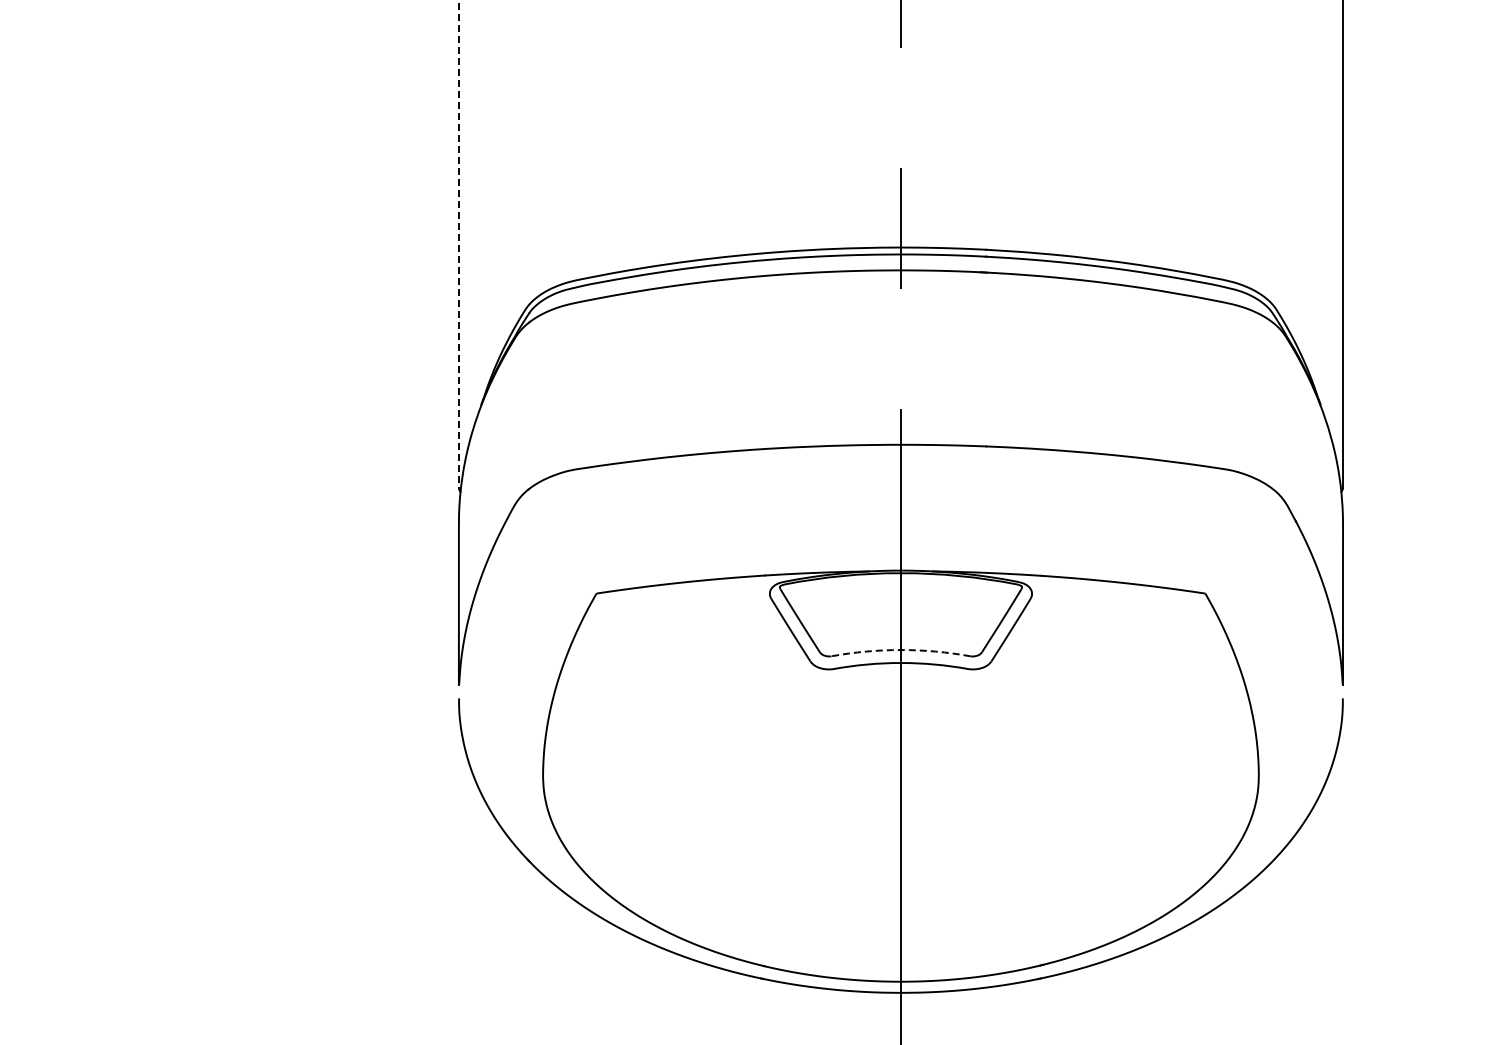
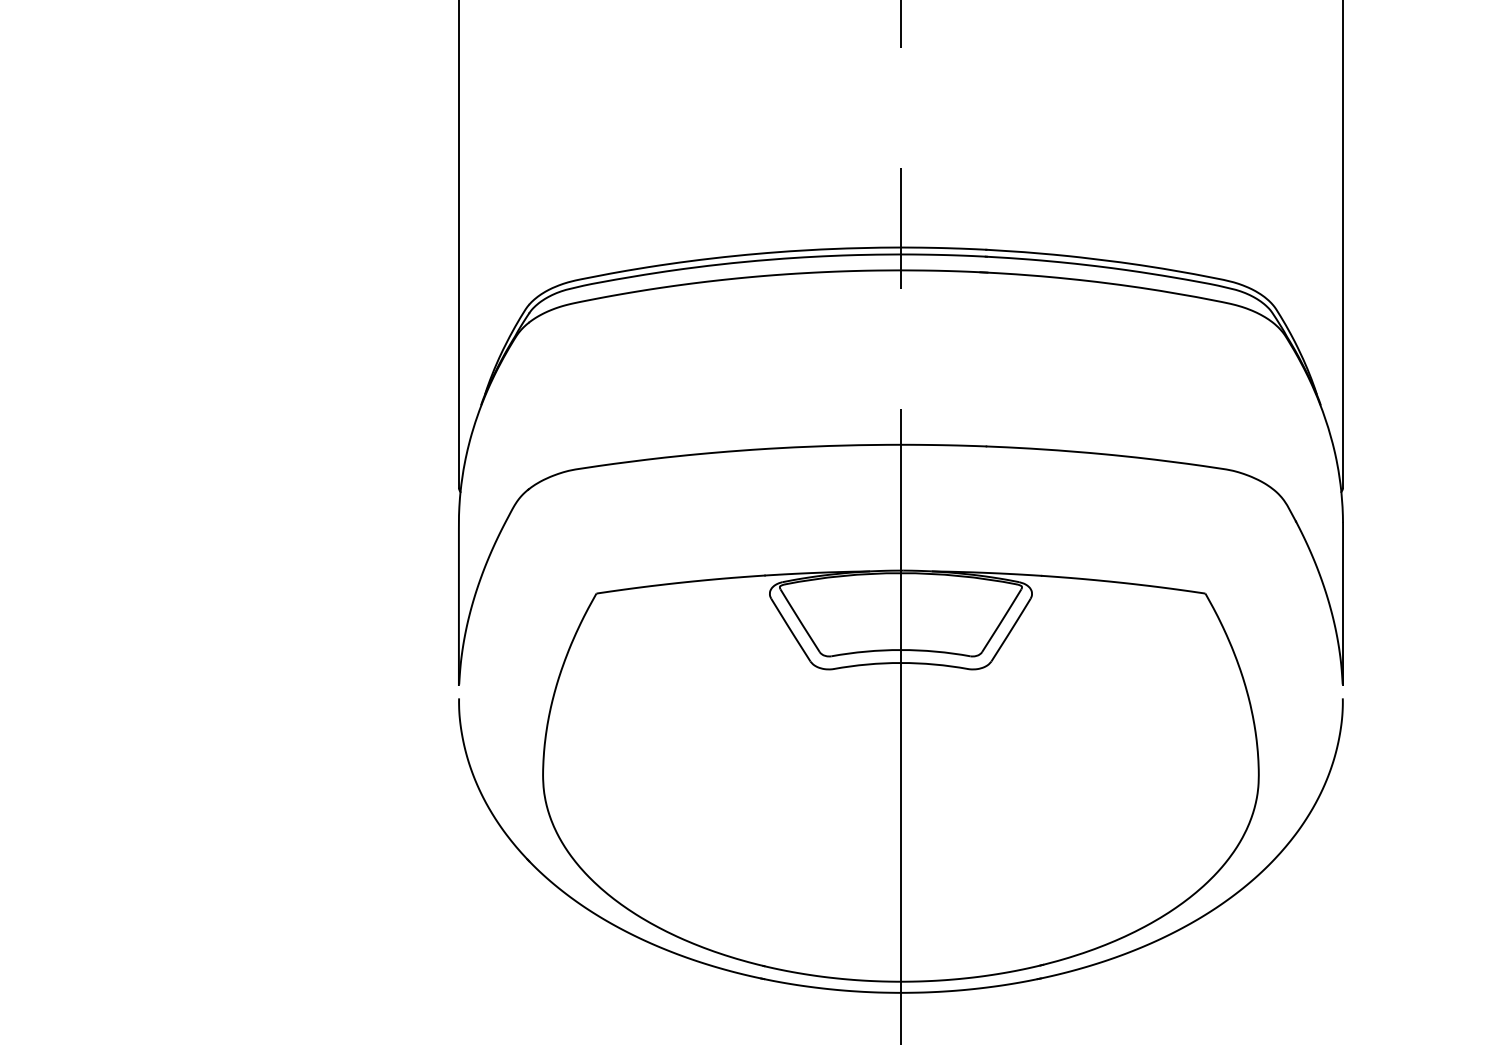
line at (458, 244): dashed -> solid
arc at (900, 650): dashed -> solid
